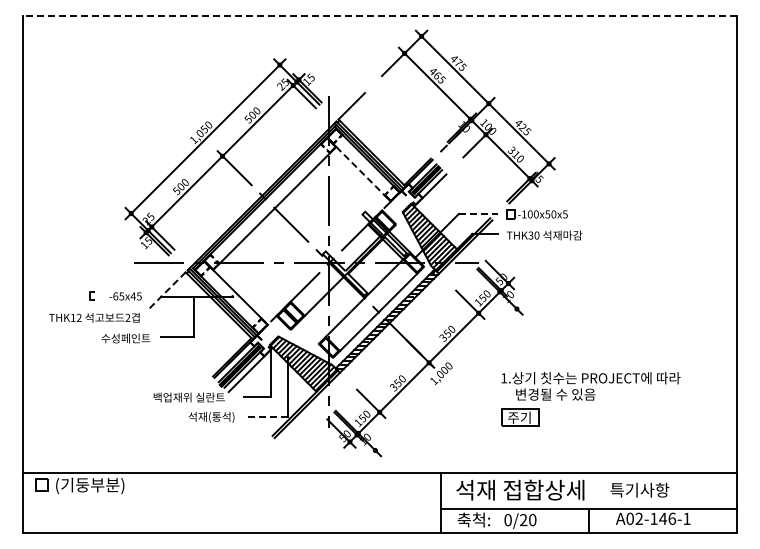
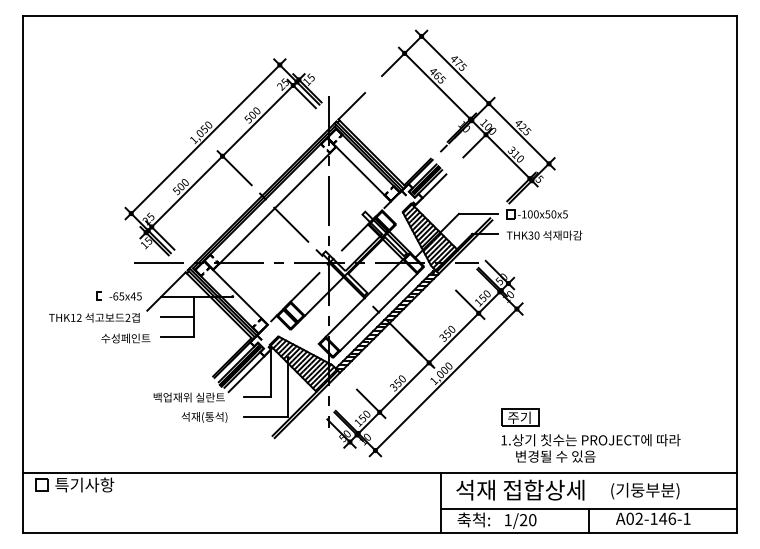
line at (379, 16): dashed -> solid
line at (363, 174): dashed -> solid
line at (478, 213): dashed -> solid
line at (166, 291): dashed -> solid
line at (90, 295) position: (90, 295) -> (97, 295)
line at (177, 316): none -> present
line at (445, 379): none -> present
text at (590, 386) position: (590, 386) -> (590, 448)
line at (265, 416): dashed -> solid
text at (211, 417) position: (211, 417) -> (204, 417)
text at (89, 485): (기둥부분) -> 특기사항
text at (644, 490): 특기사항 -> (기둥부분)
text at (507, 520): 0/20 -> 1/20
